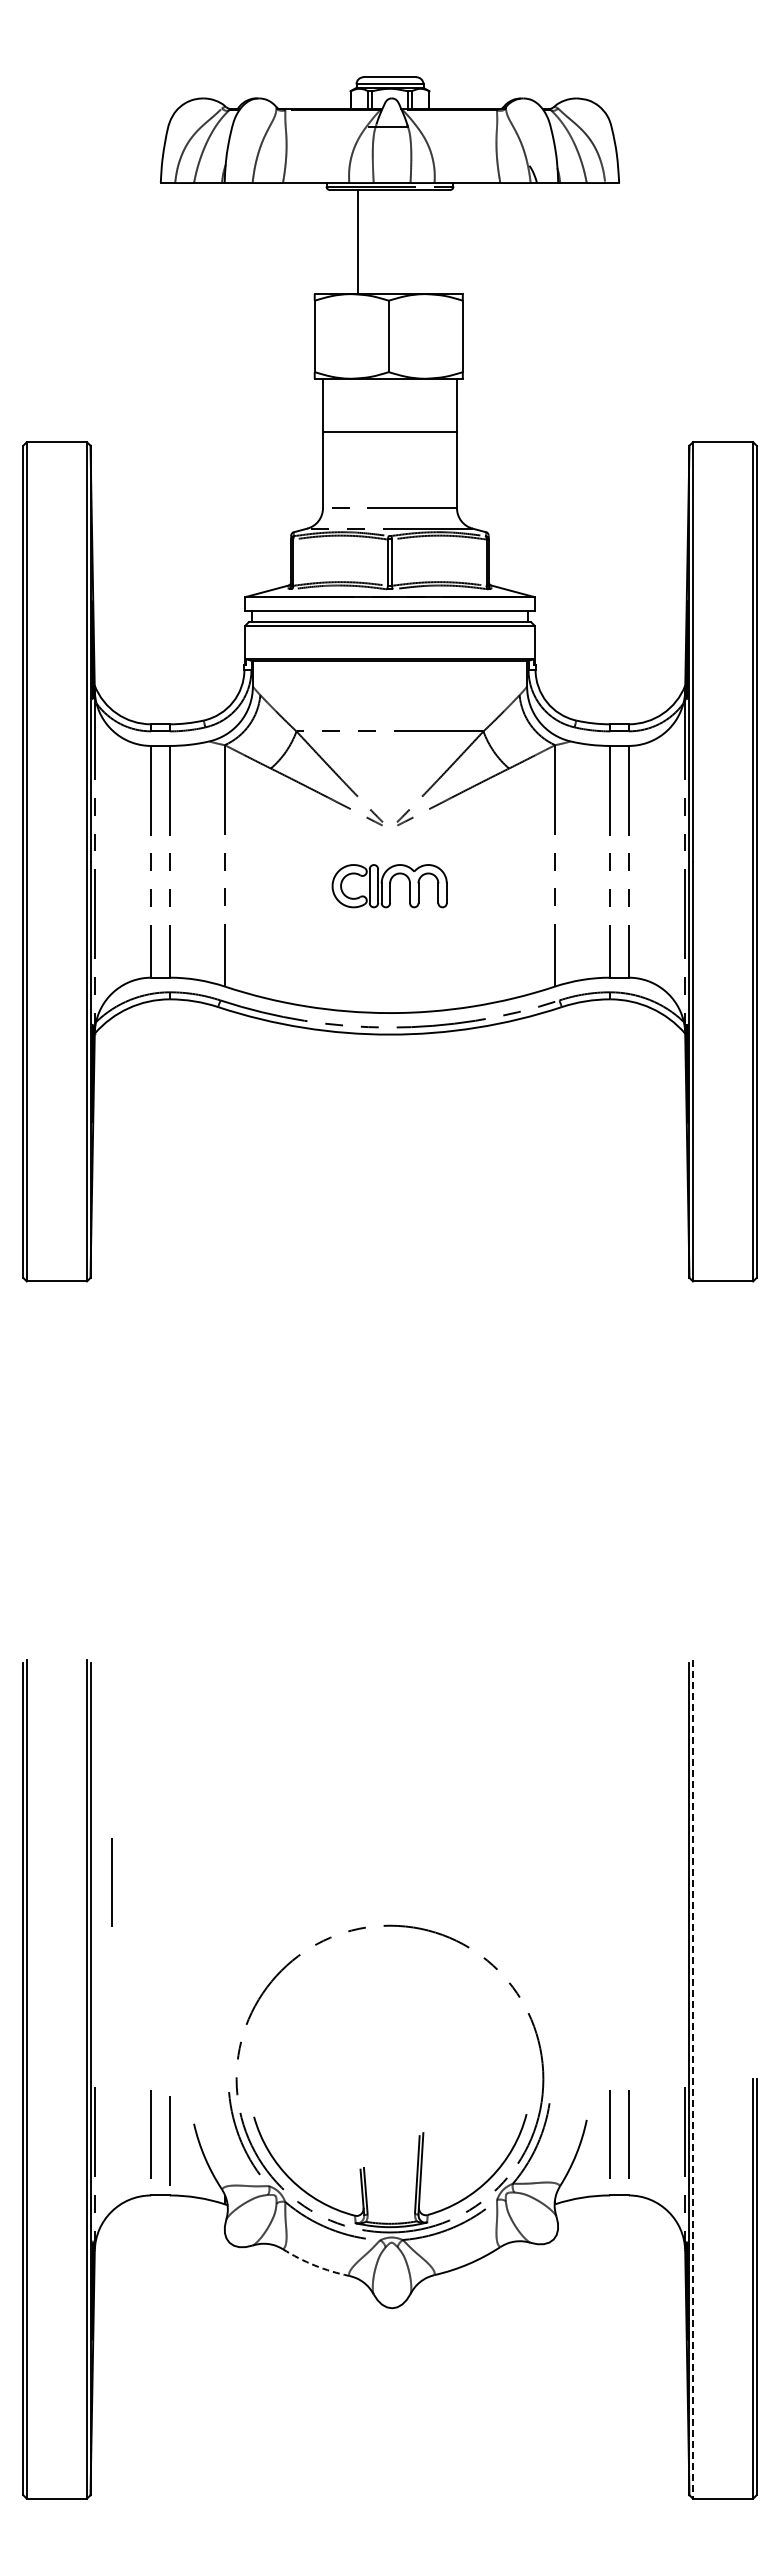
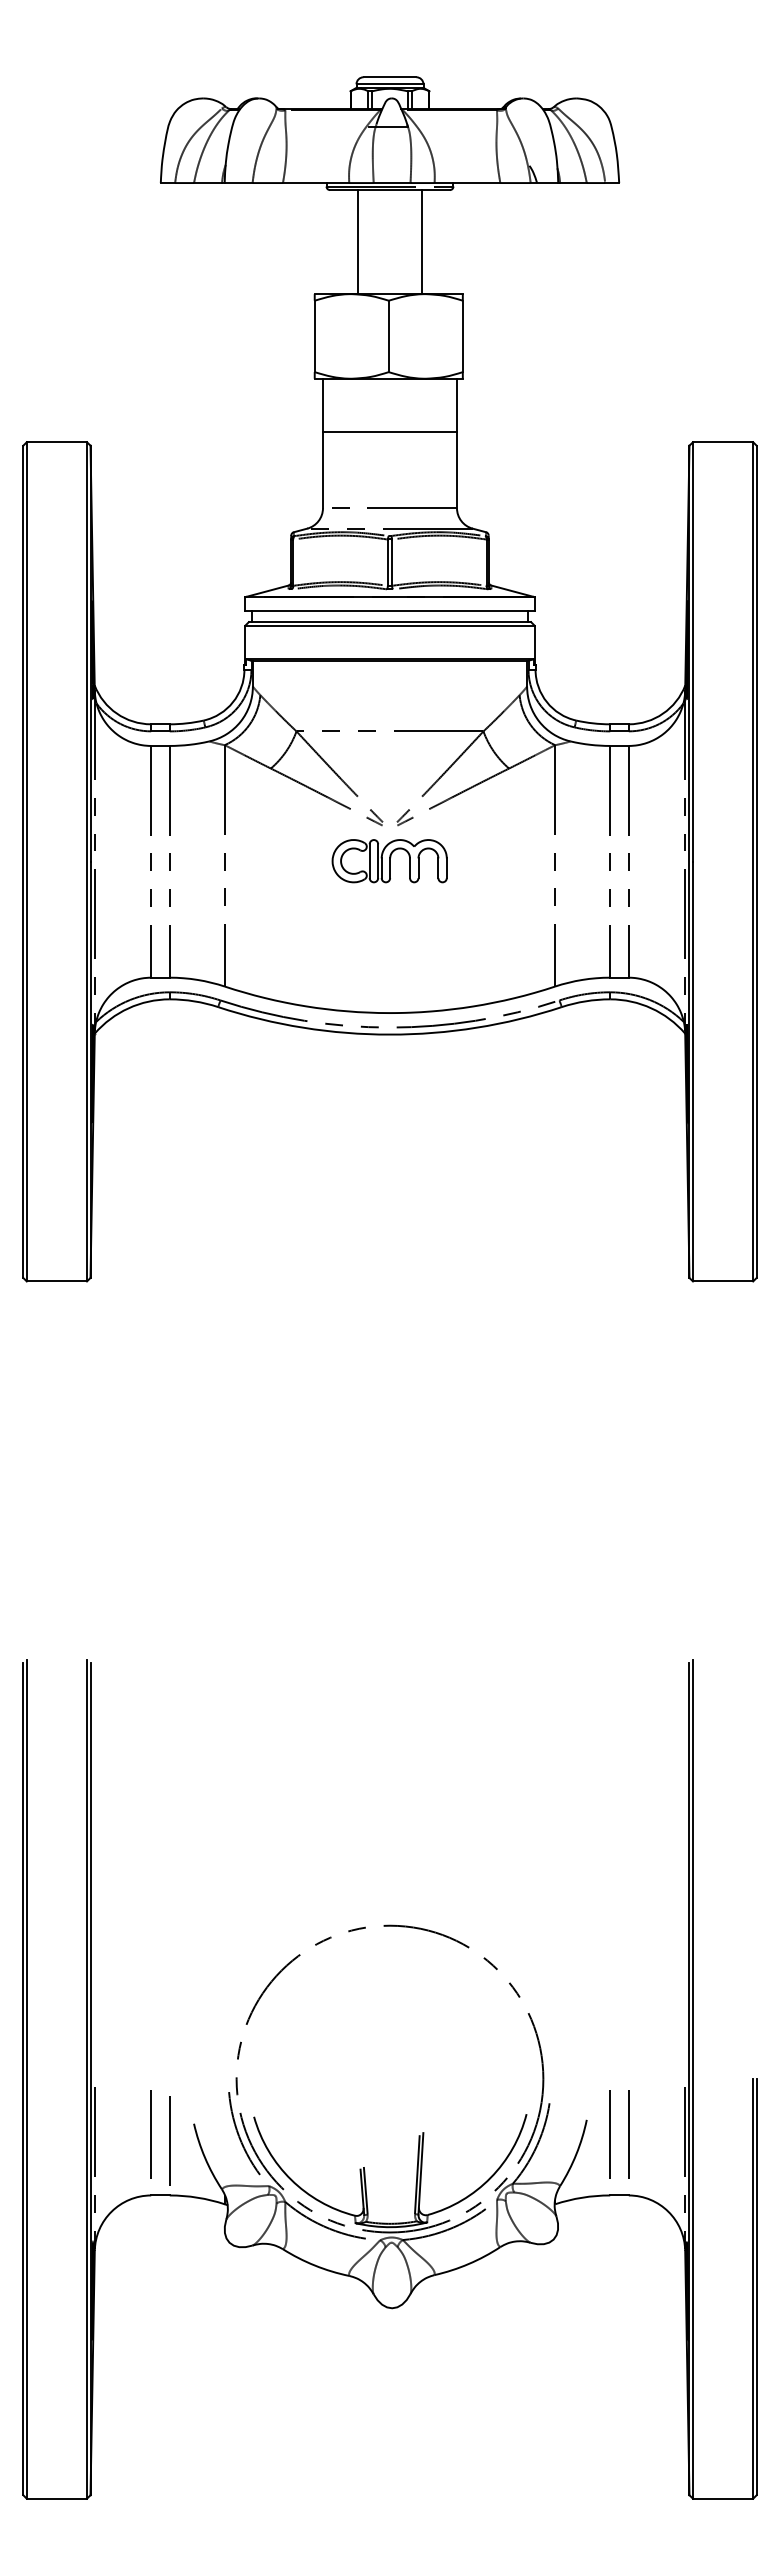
line at (421, 242): none -> present
part at (389, 886) position: (389, 886) -> (389, 861)
line at (111, 1882): present -> none
line at (693, 2079): dashed -> solid
arc at (314, 2265): dashed -> solid
